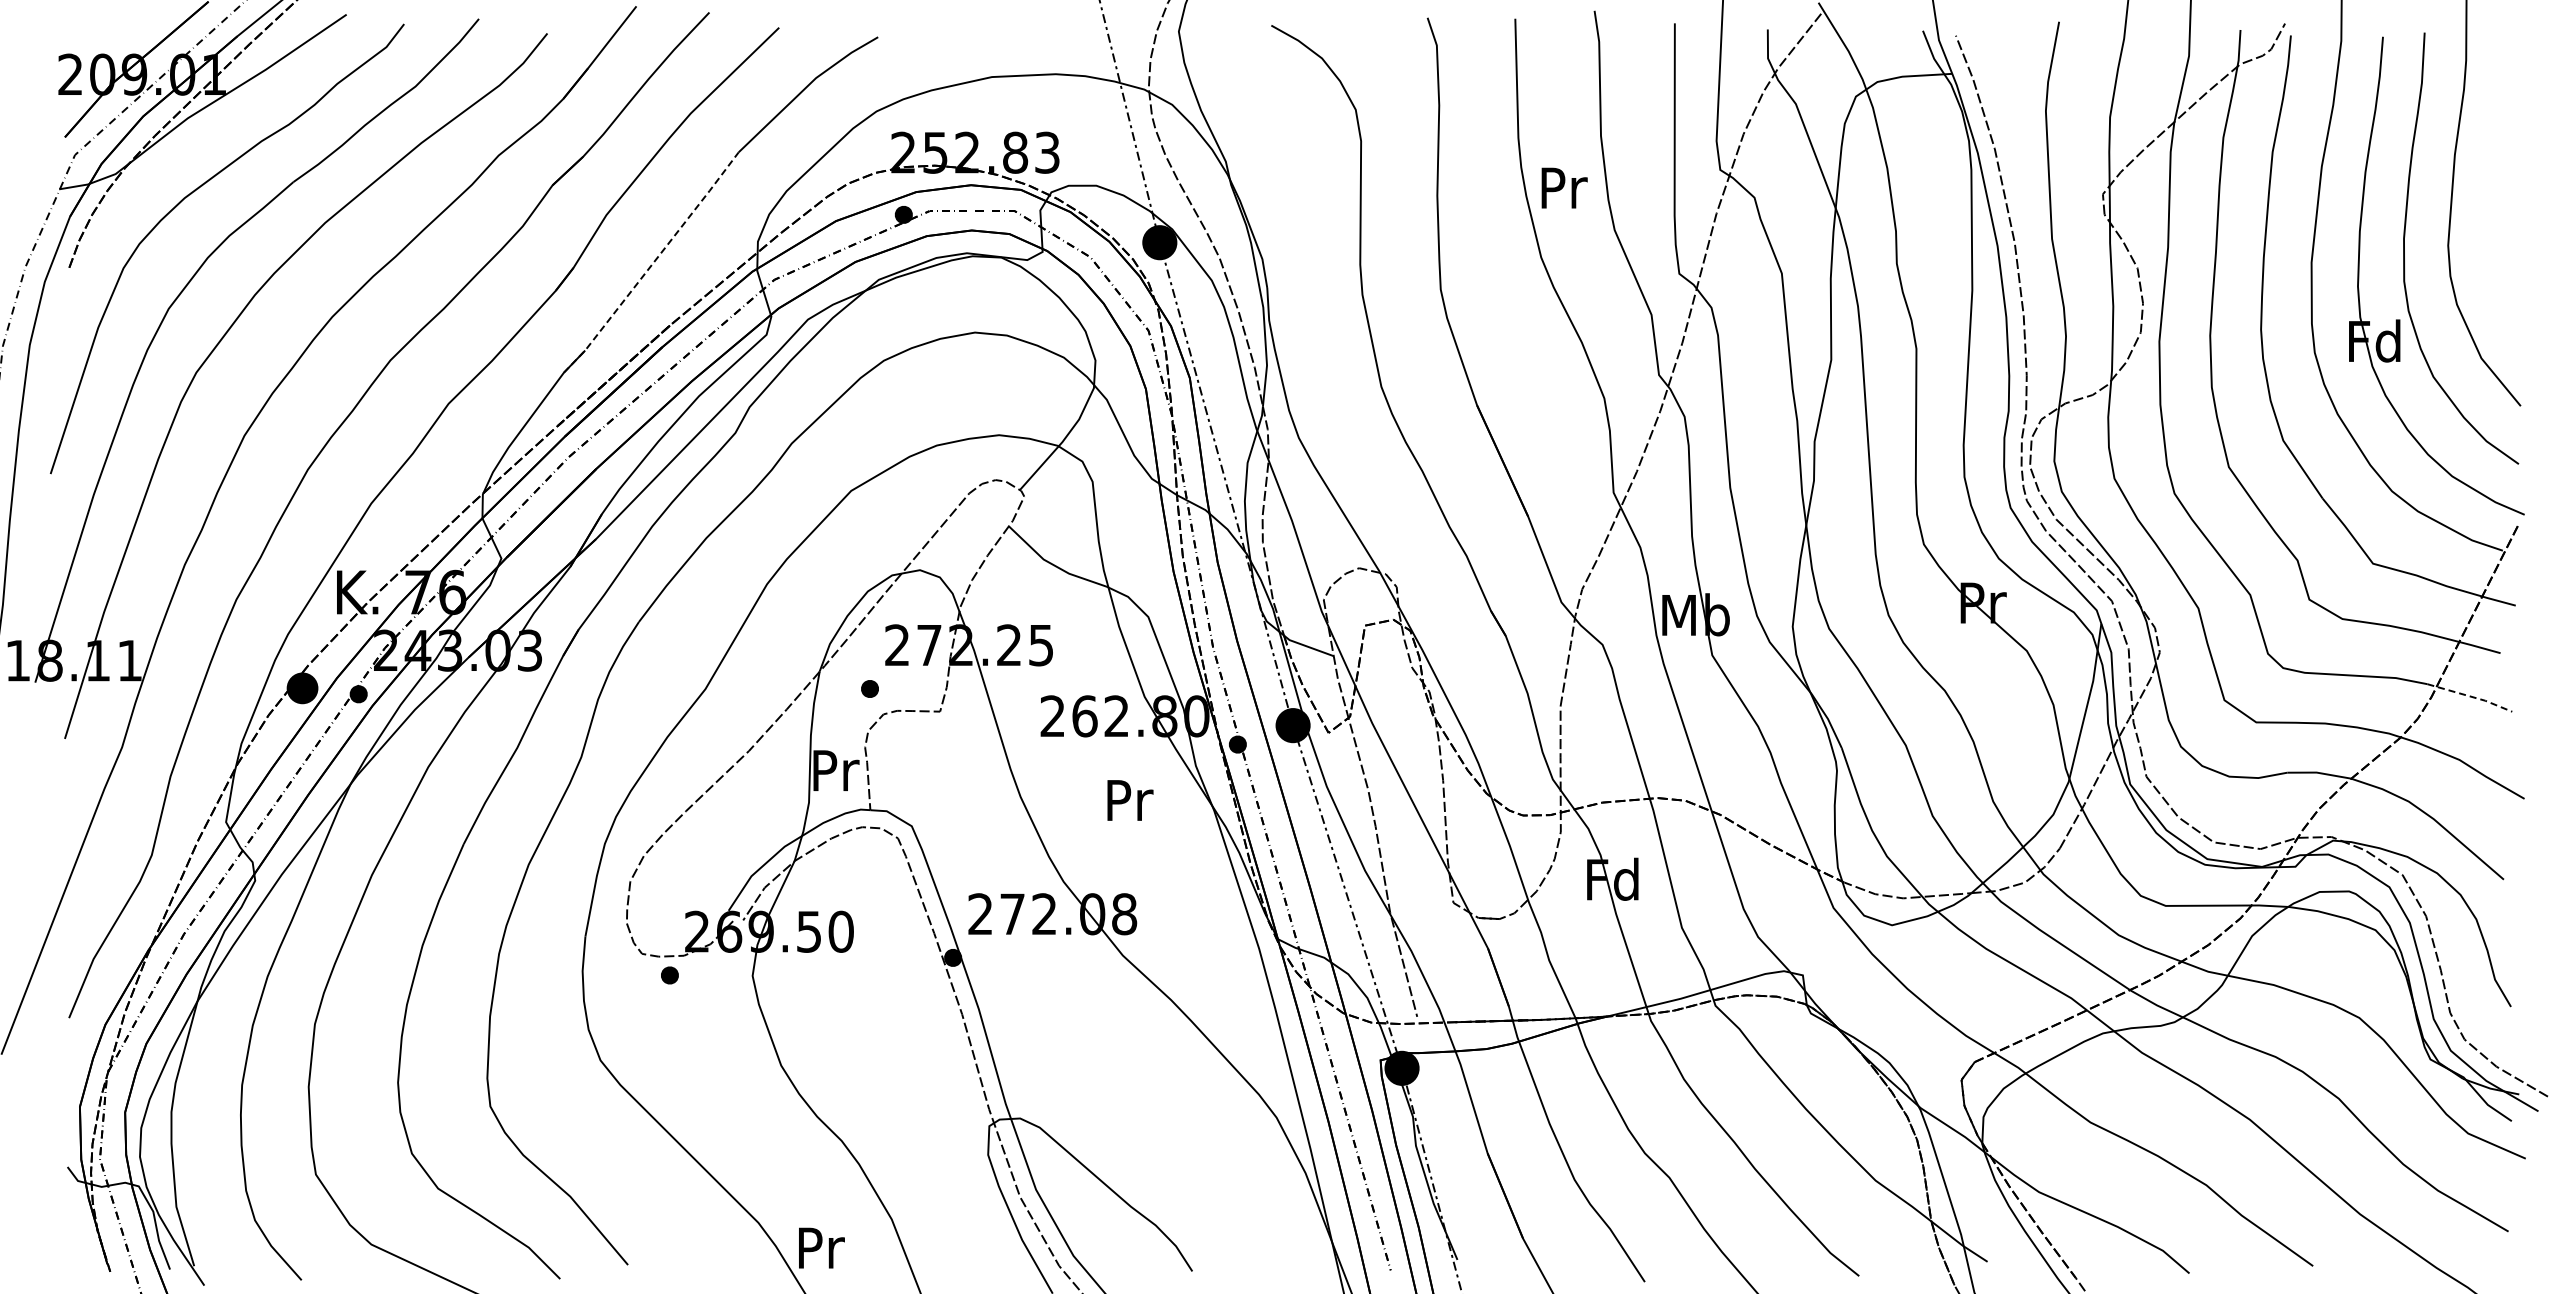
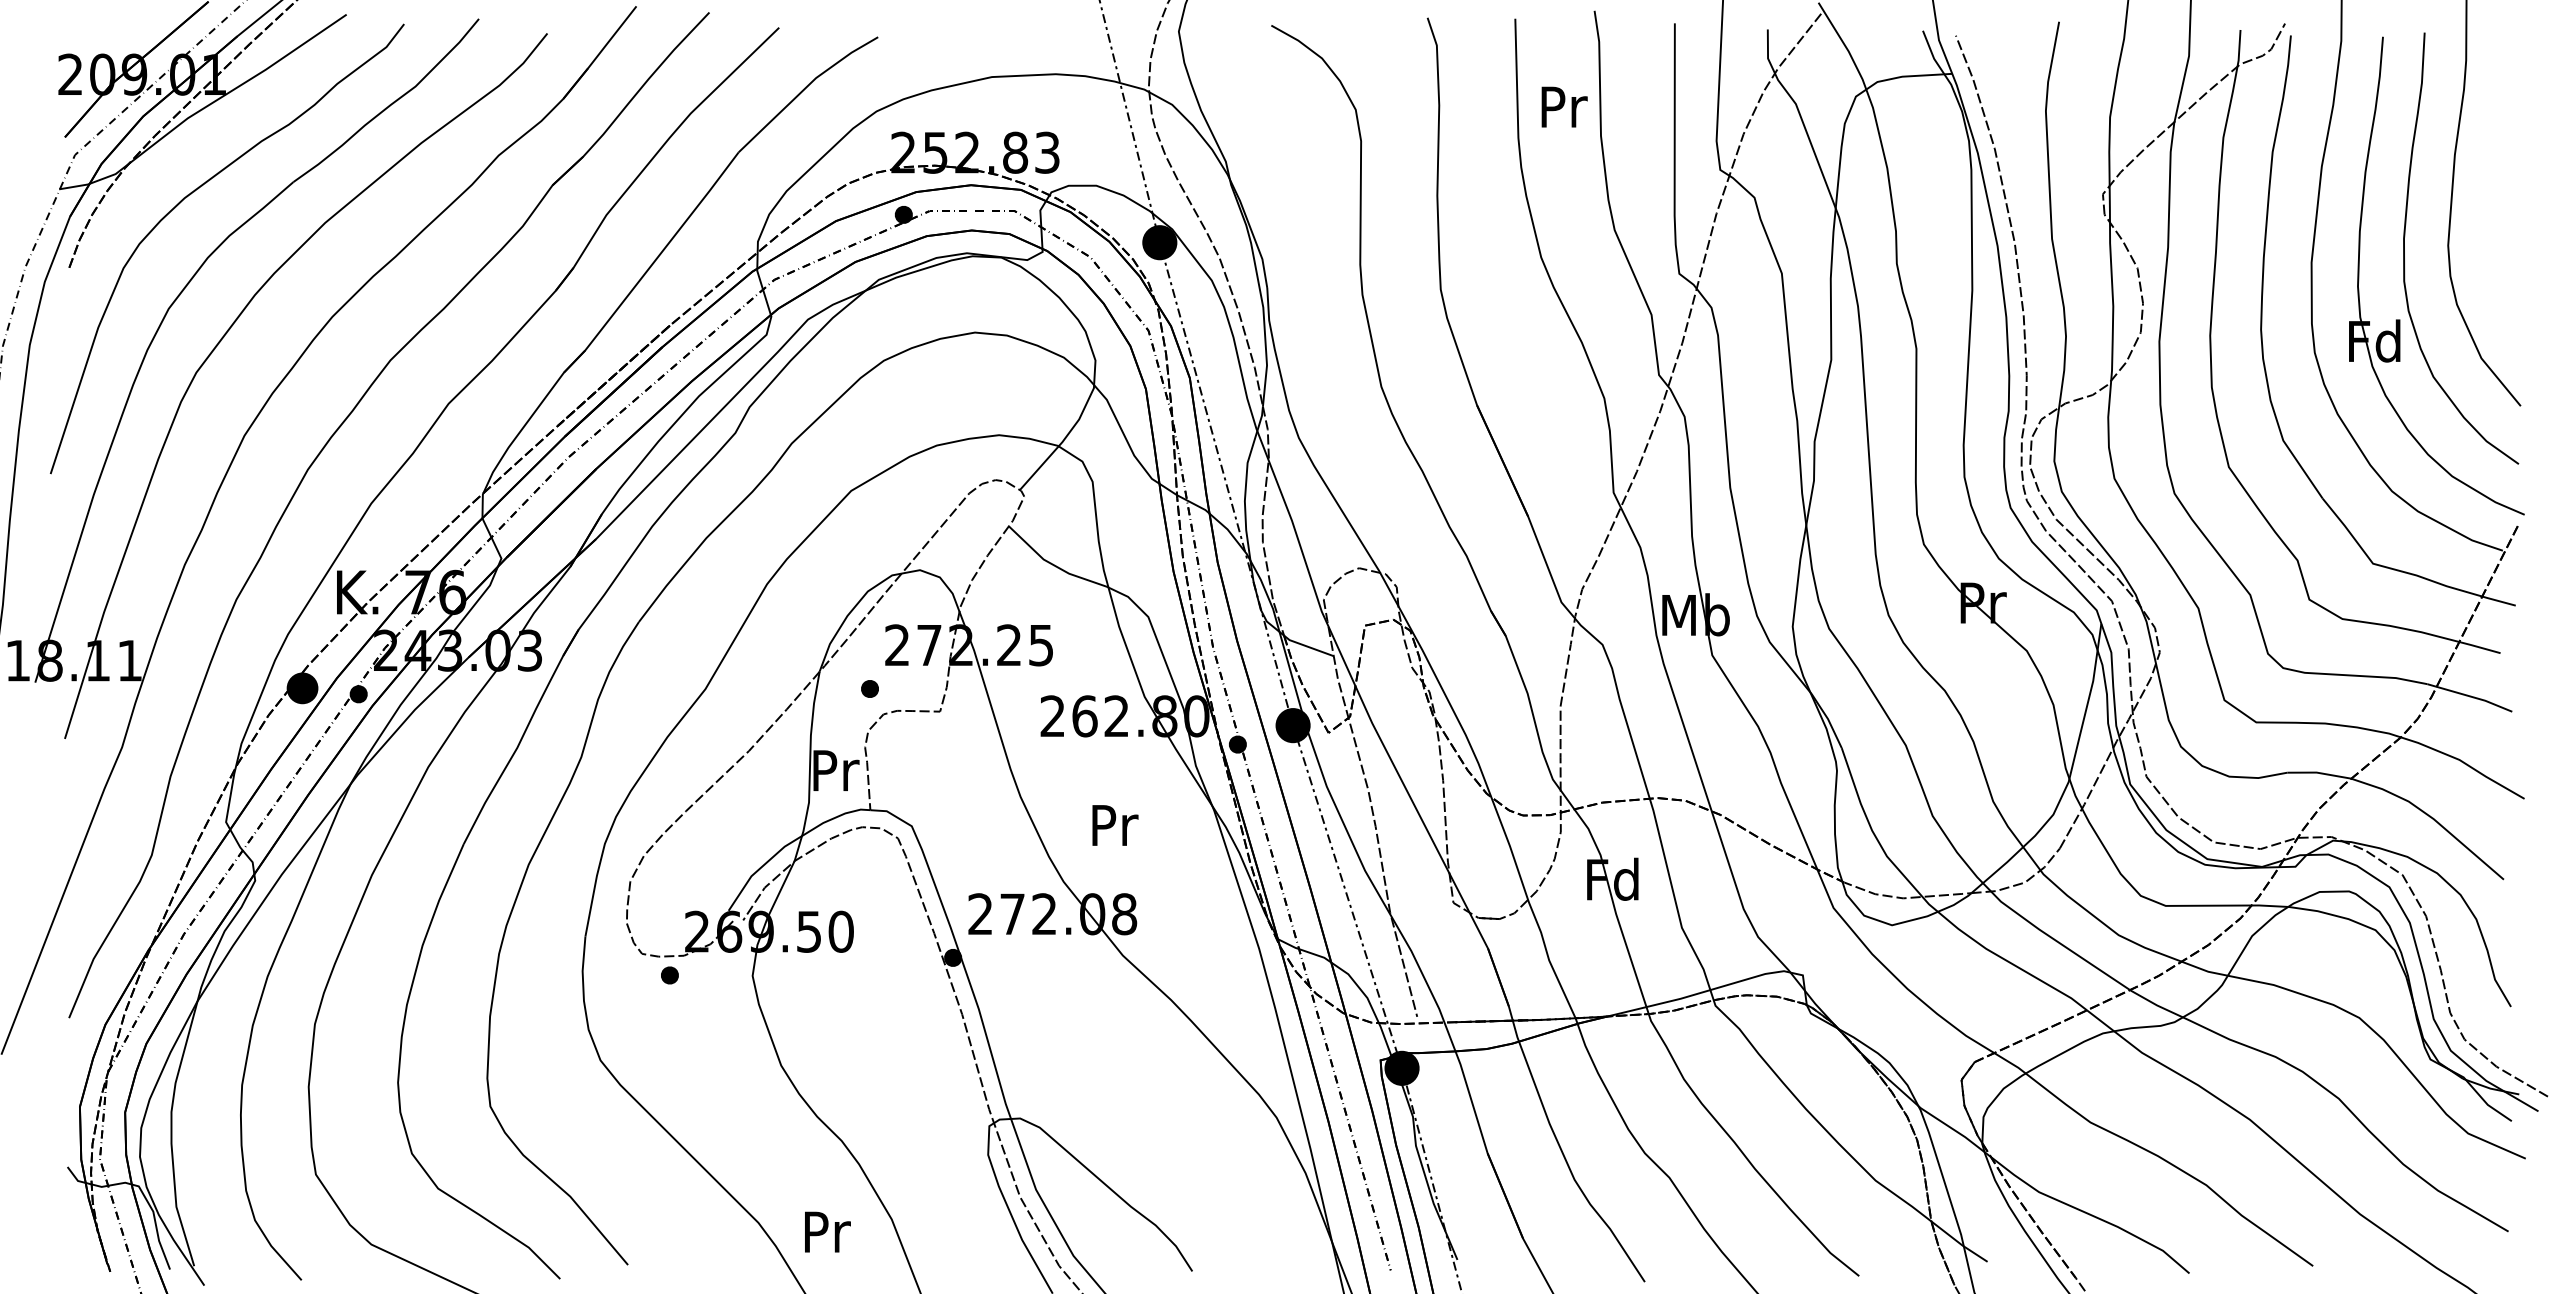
text at (1564, 187) position: (1564, 187) -> (1564, 106)
line at (653, 263): dashed -> solid
line at (2471, 696): dashed -> solid
text at (1130, 800) position: (1130, 800) -> (1115, 825)
text at (821, 1247) position: (821, 1247) -> (827, 1231)
